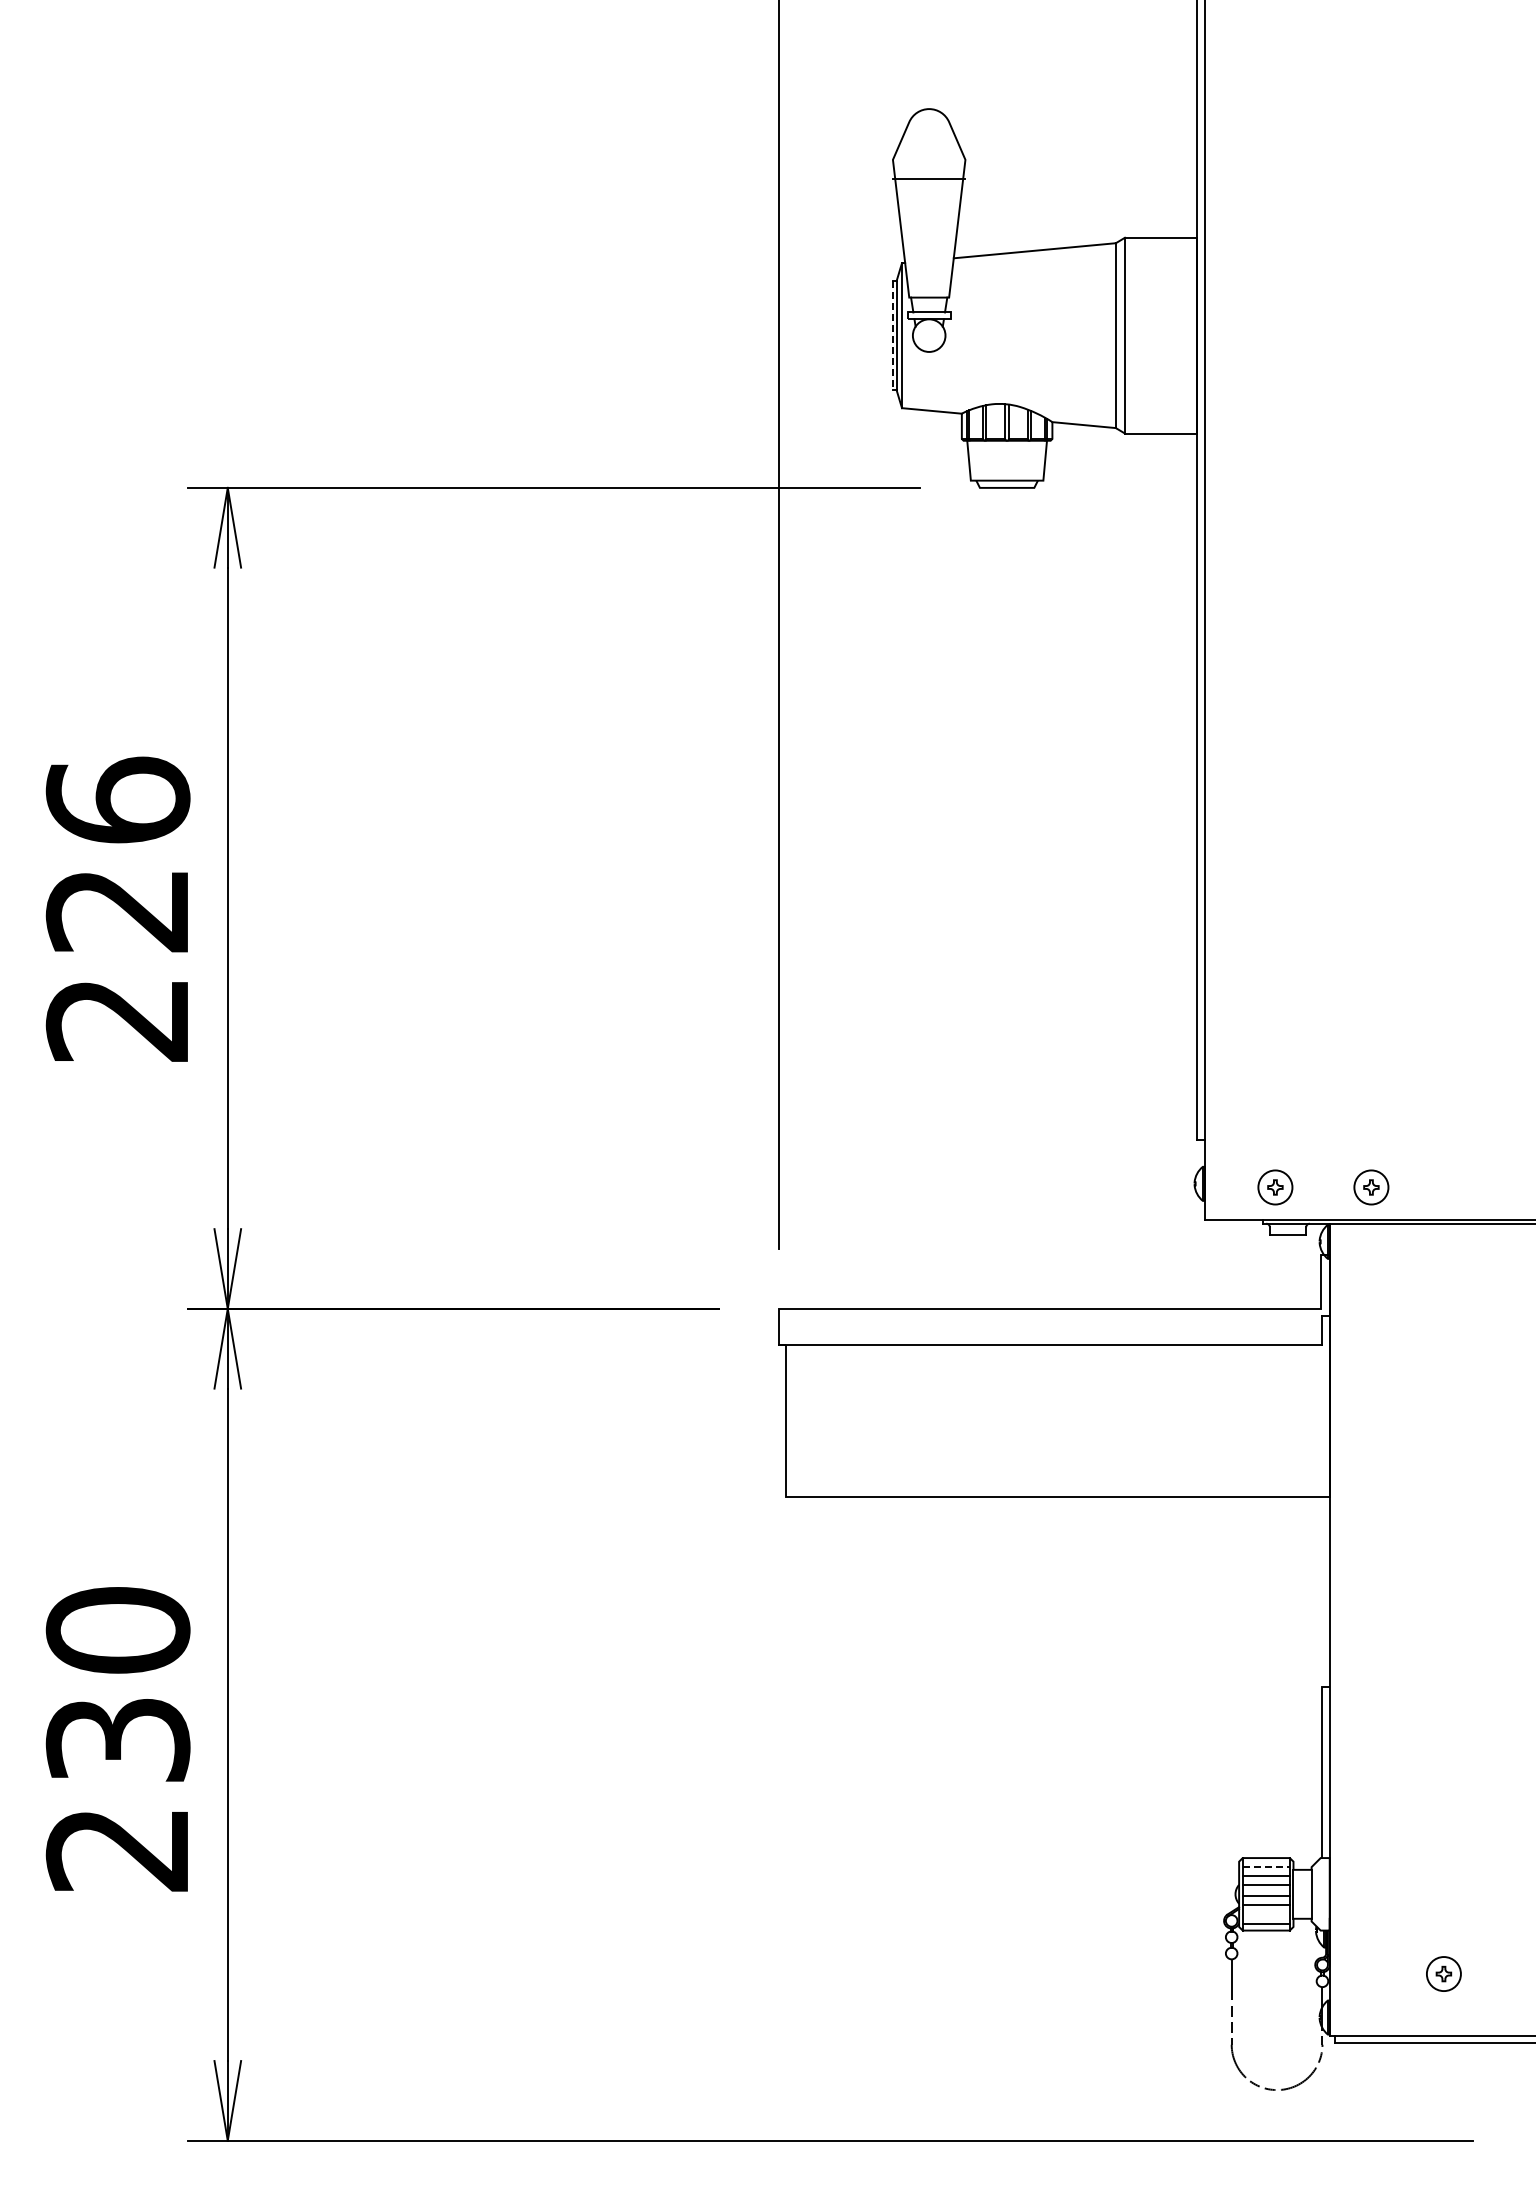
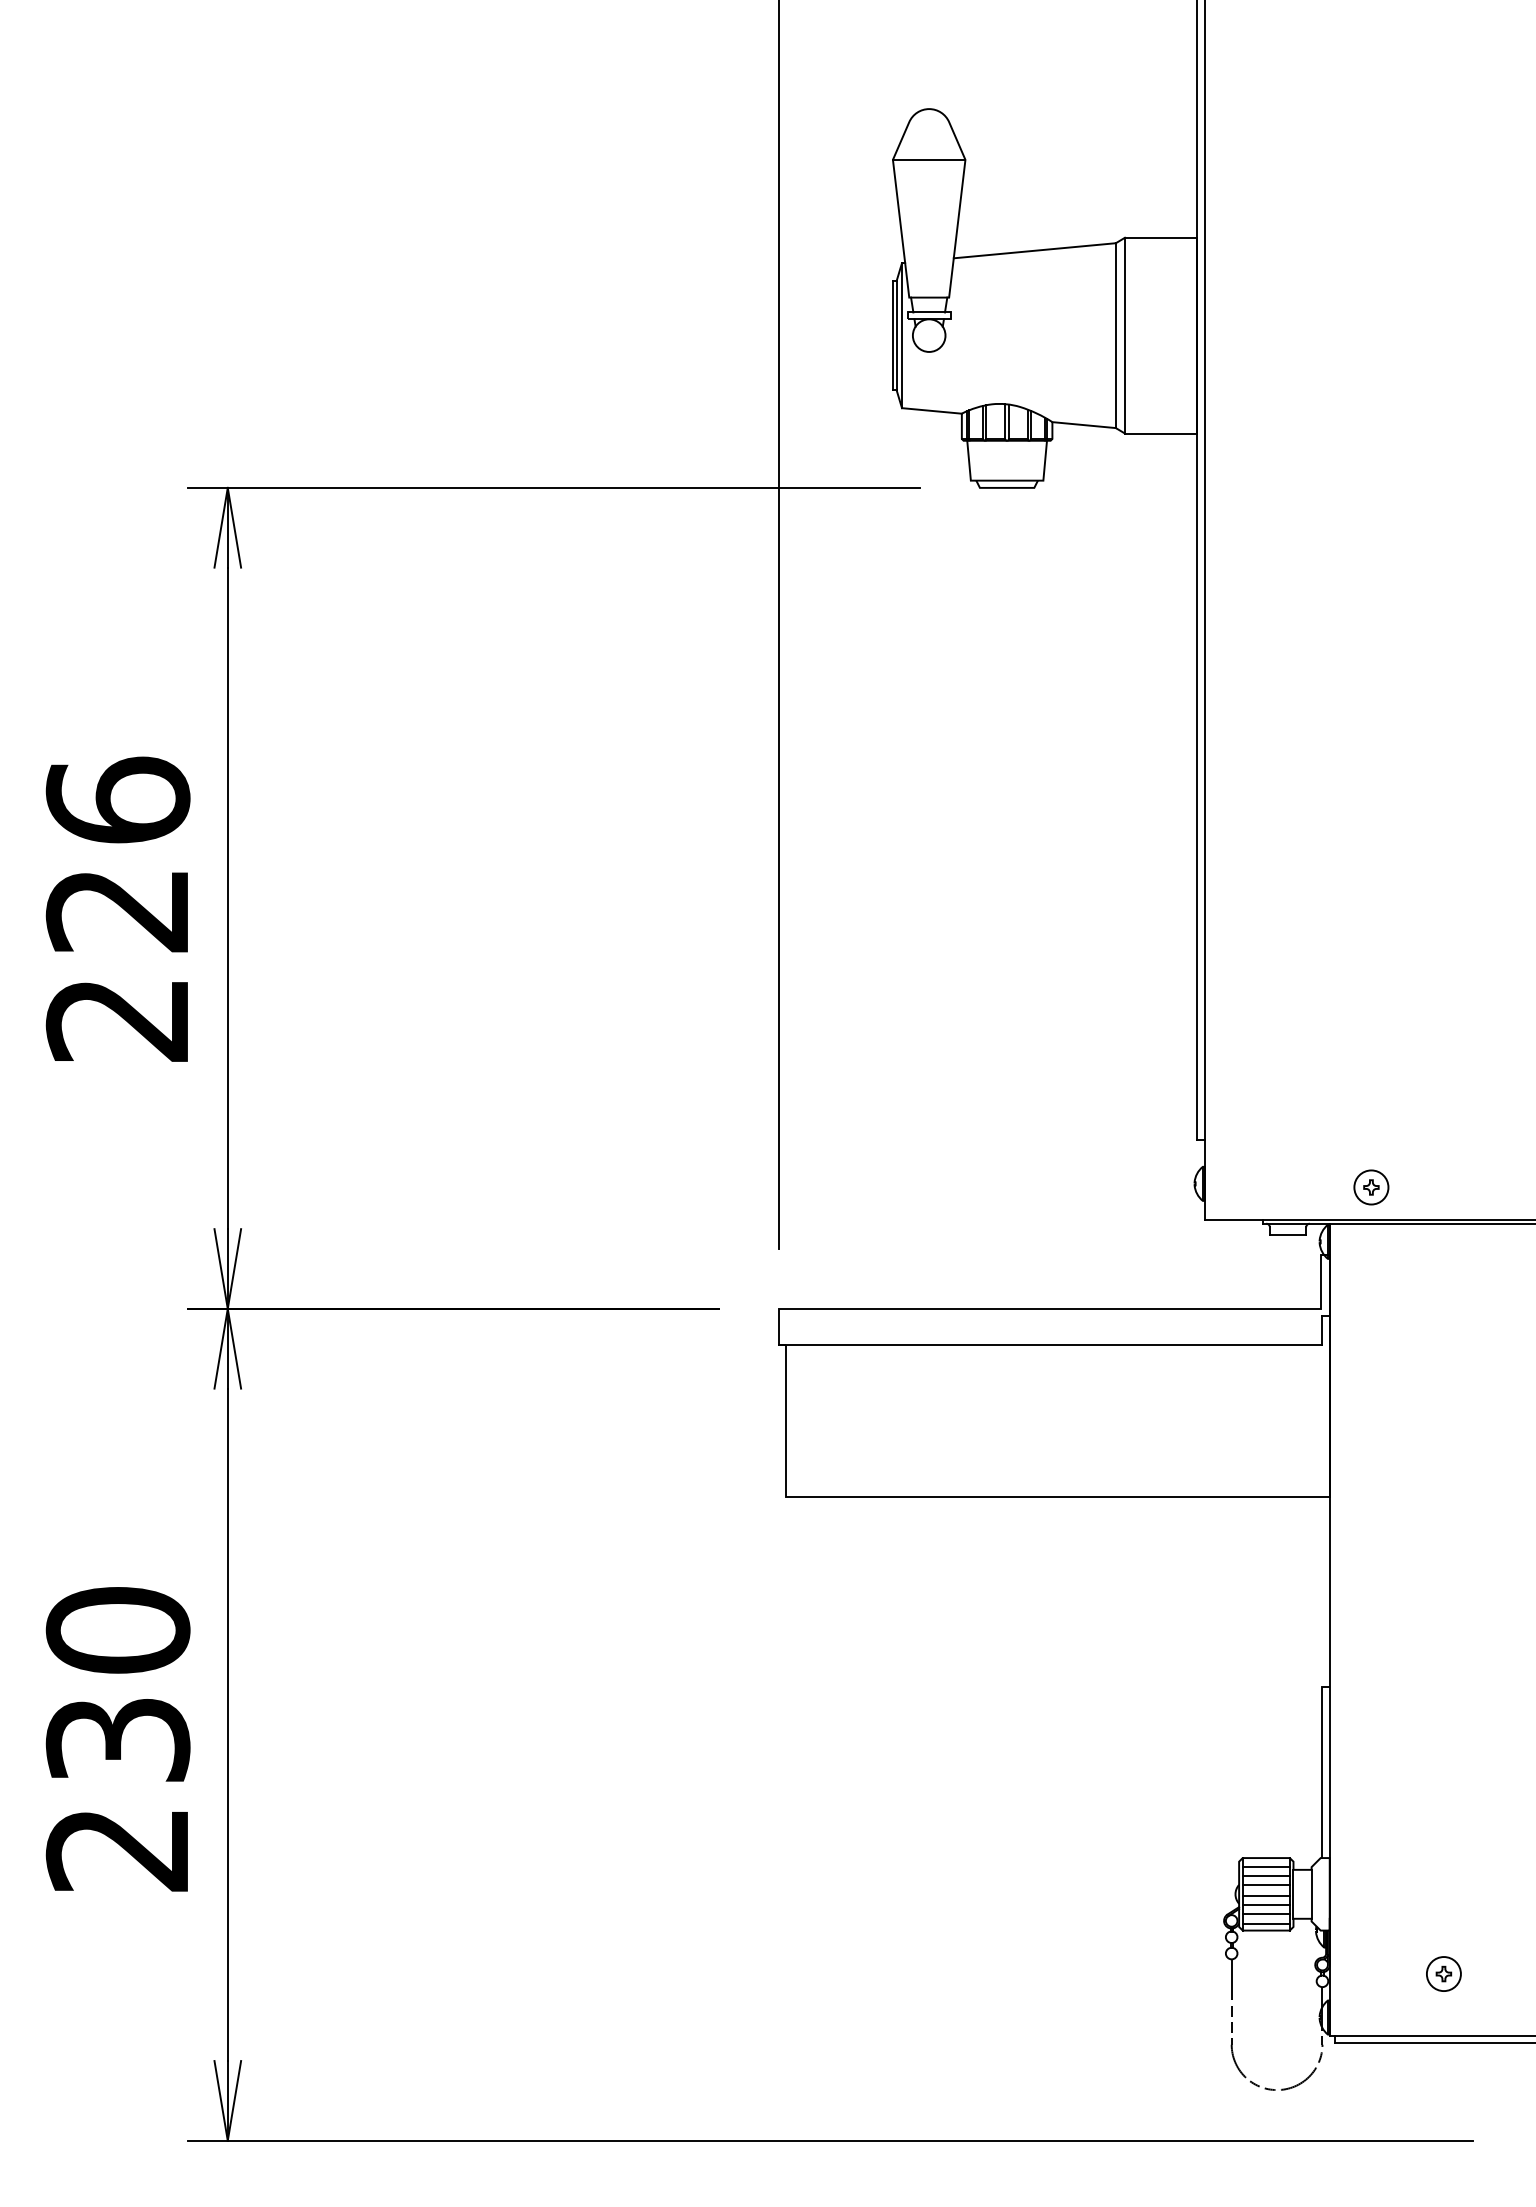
line at (928, 178) position: (928, 178) -> (928, 159)
line at (892, 336): dashed -> solid
part at (1275, 1187): present -> none
line at (1266, 1867): dashed -> solid
line at (1265, 1913): none -> present
